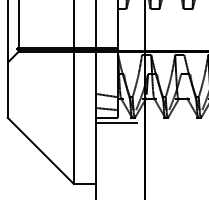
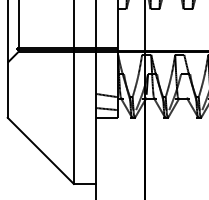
line at (116, 123): present -> none
